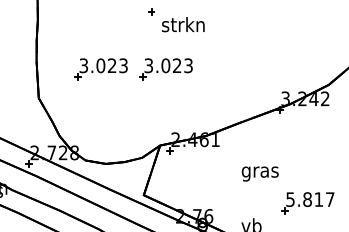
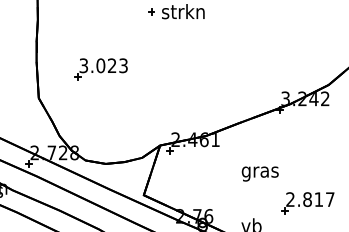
text at (183, 24) position: (183, 24) -> (183, 11)
part at (165, 69): present -> none
text at (290, 199): 5.817 -> 2.817
